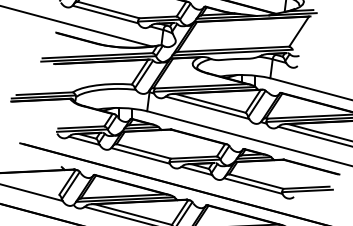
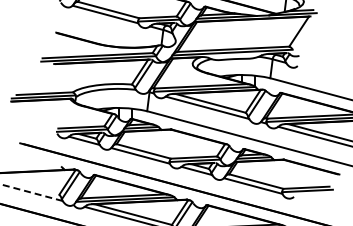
line at (76, 26): present -> none
line at (30, 192): solid -> dashed
